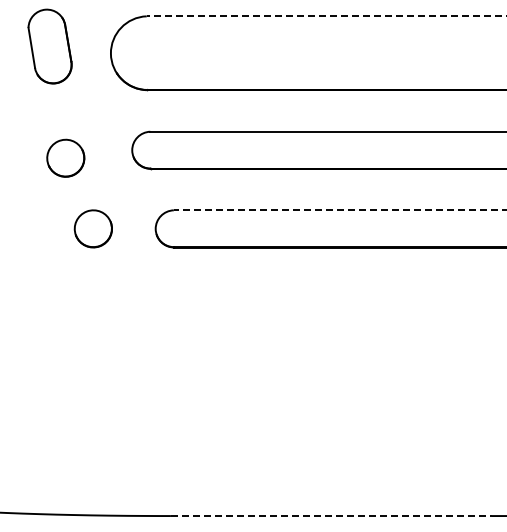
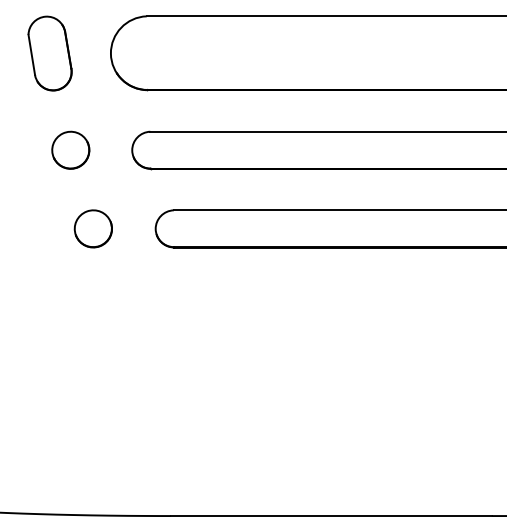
line at (326, 16): dashed -> solid
part at (49, 46) position: (49, 46) -> (49, 53)
part at (65, 157) position: (65, 157) -> (70, 149)
line at (339, 210): dashed -> solid
line at (331, 516): dashed -> solid
